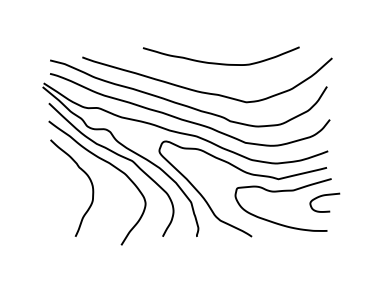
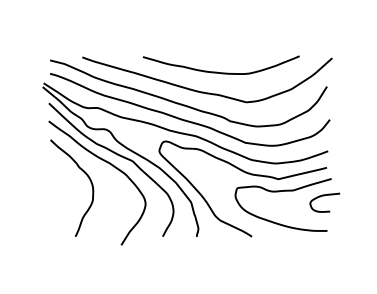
curve at (217, 62) position: (217, 62) -> (217, 71)
